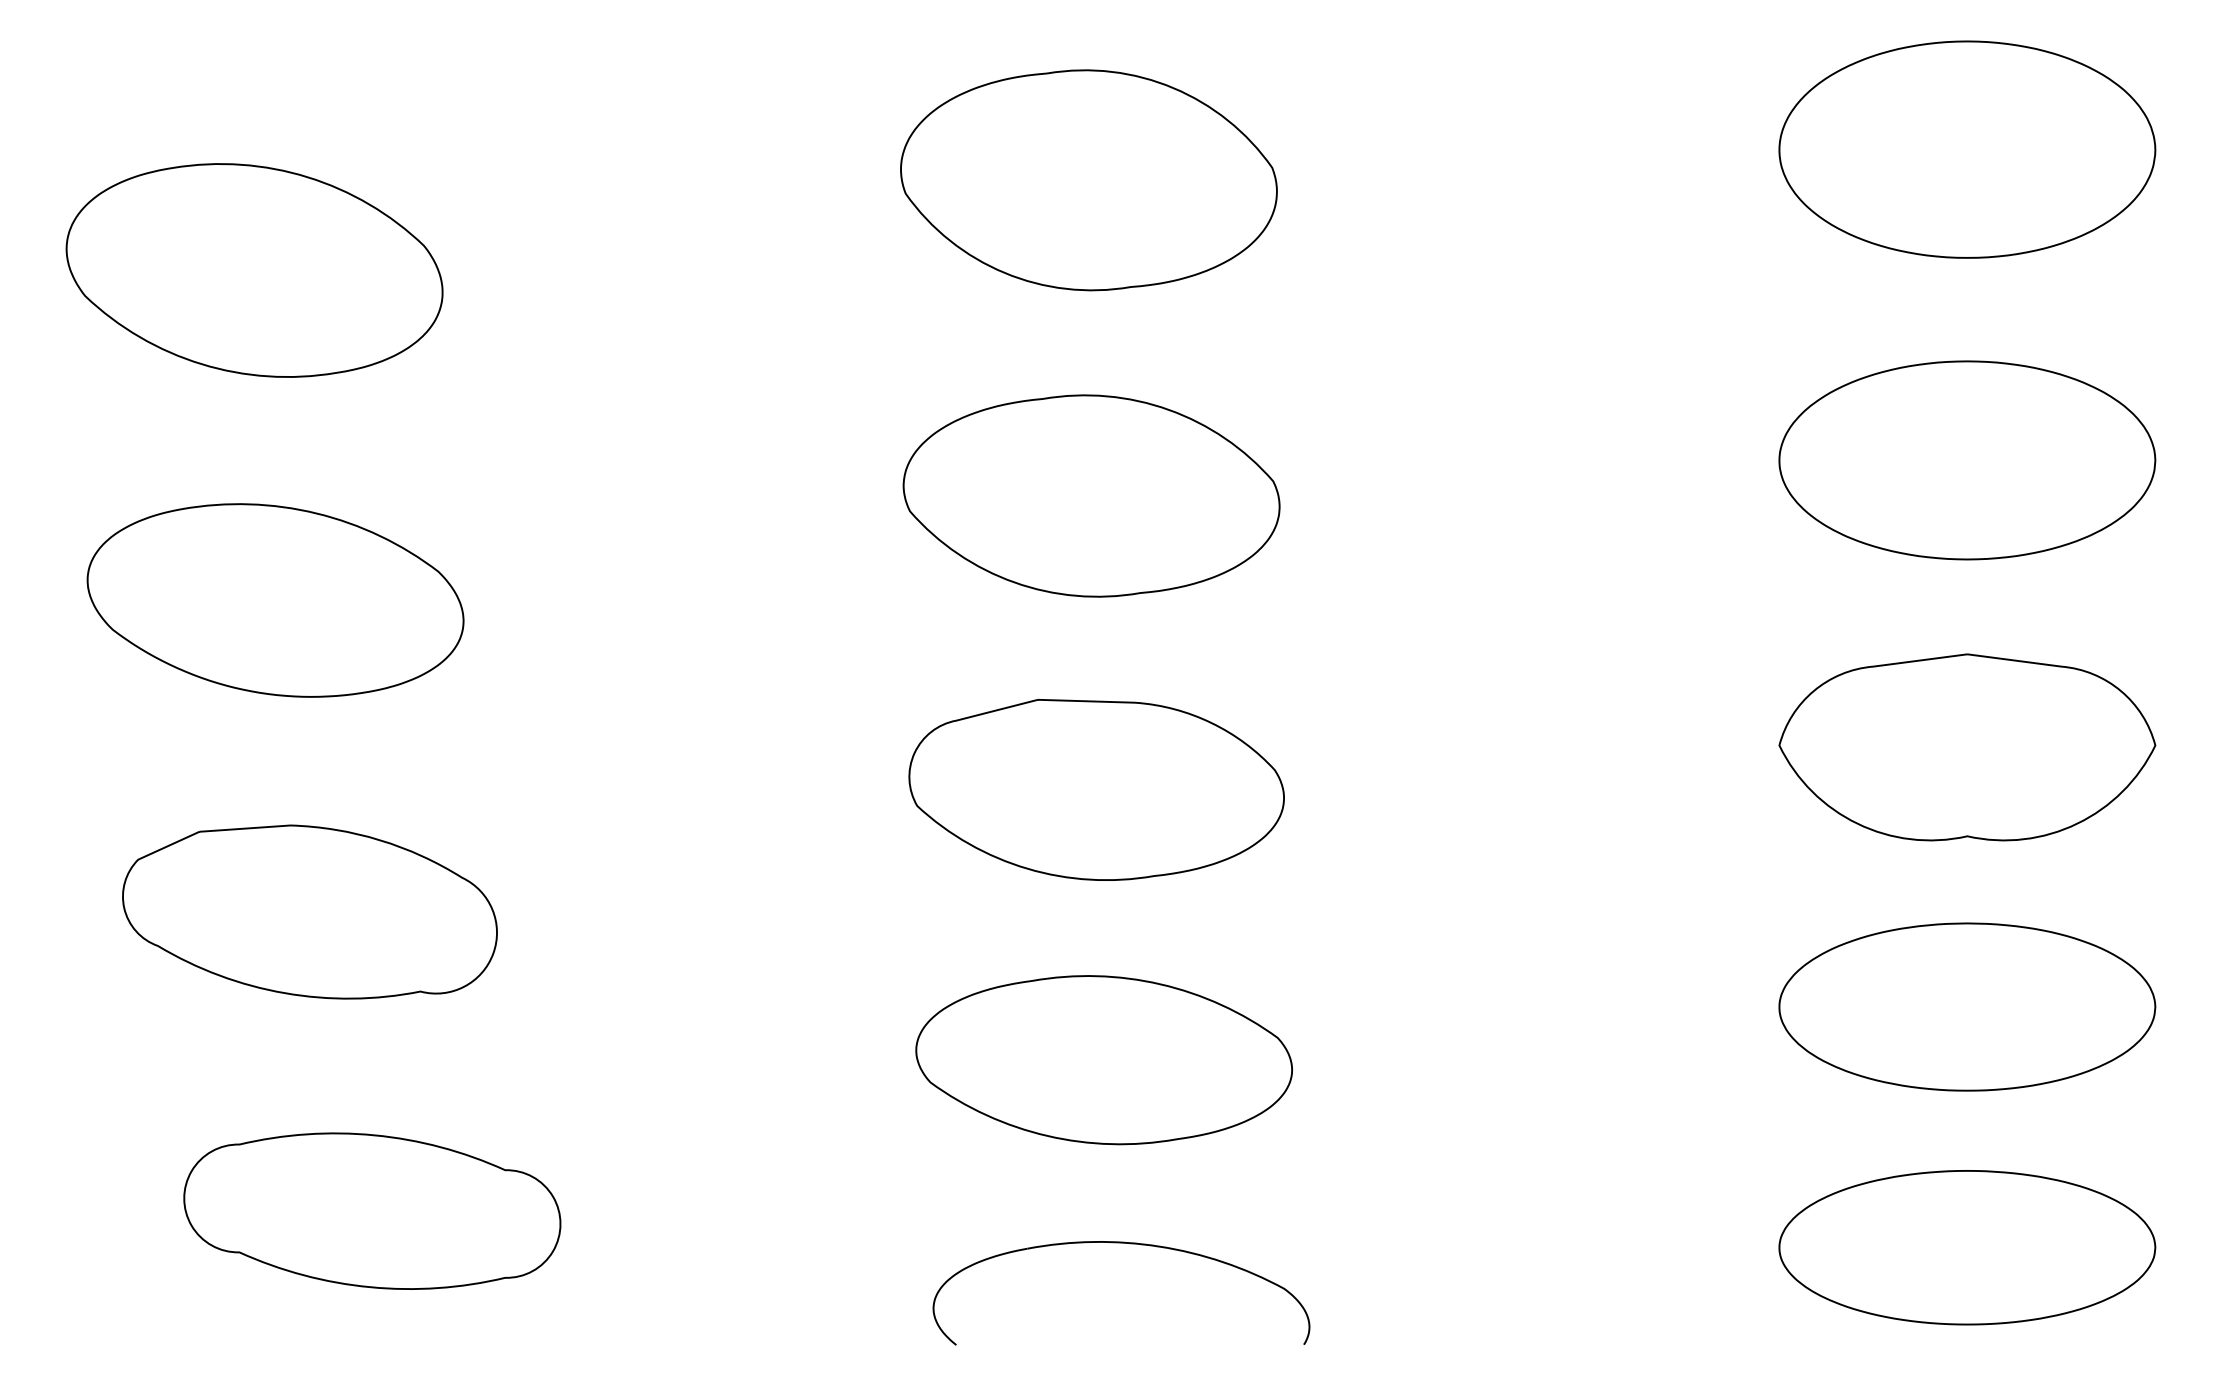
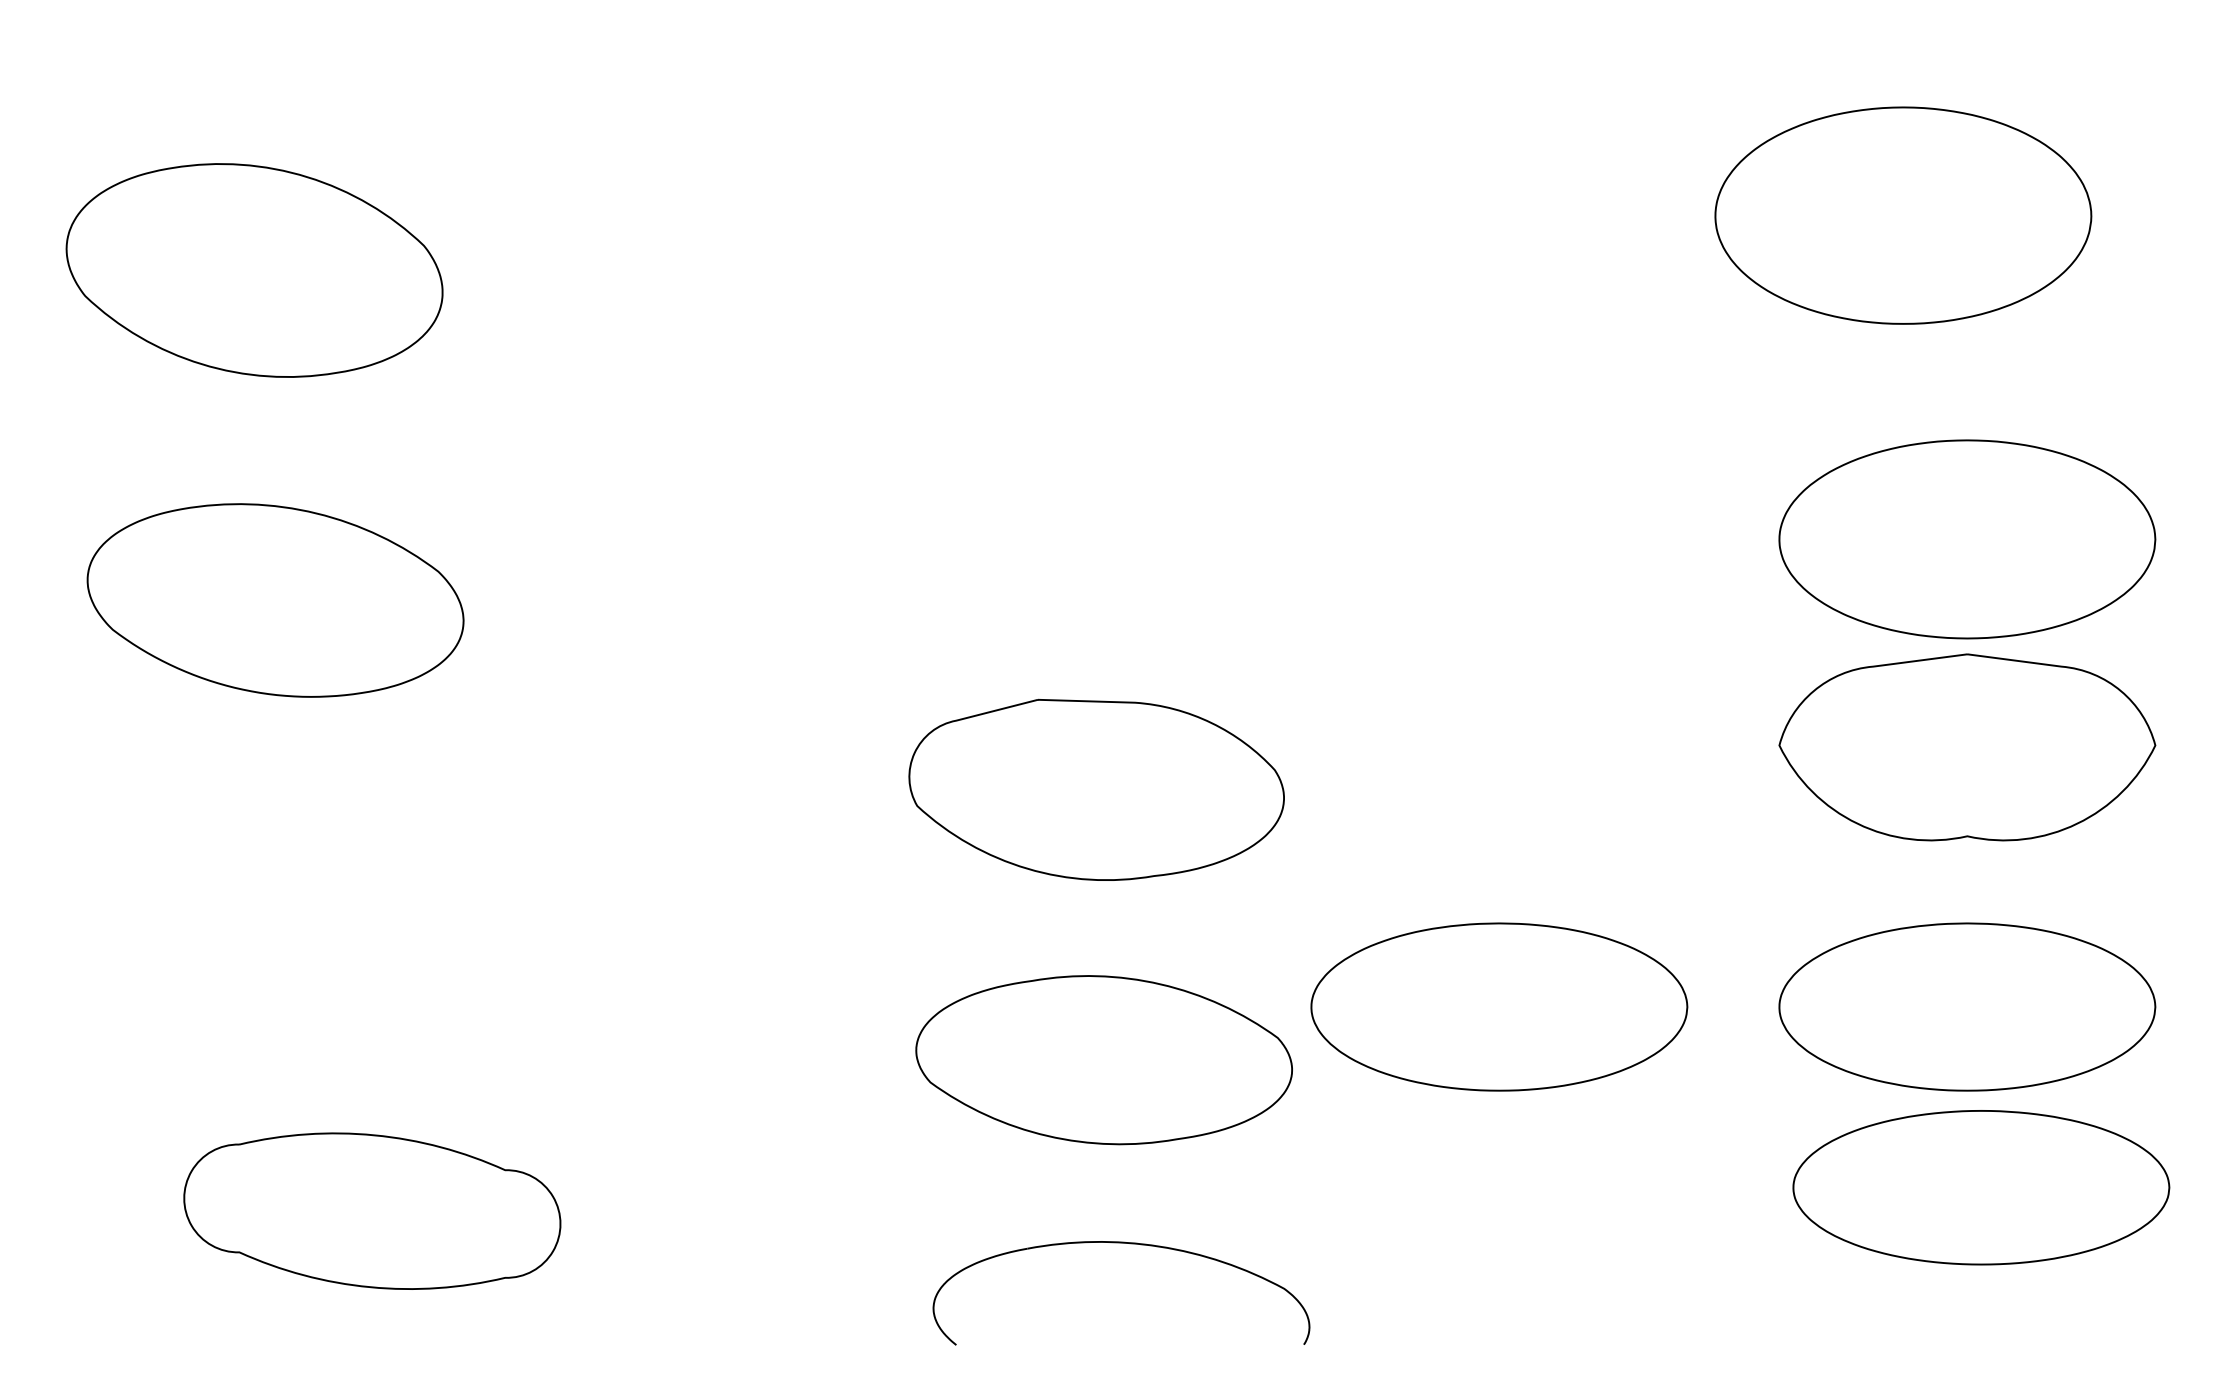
part at (1967, 149) position: (1967, 149) -> (1903, 215)
part at (1088, 180): present -> none
part at (1967, 460) position: (1967, 460) -> (1967, 539)
part at (1091, 495): present -> none
part at (309, 911): present -> none
part at (1499, 1006): none -> present
part at (1967, 1247) position: (1967, 1247) -> (1981, 1187)
